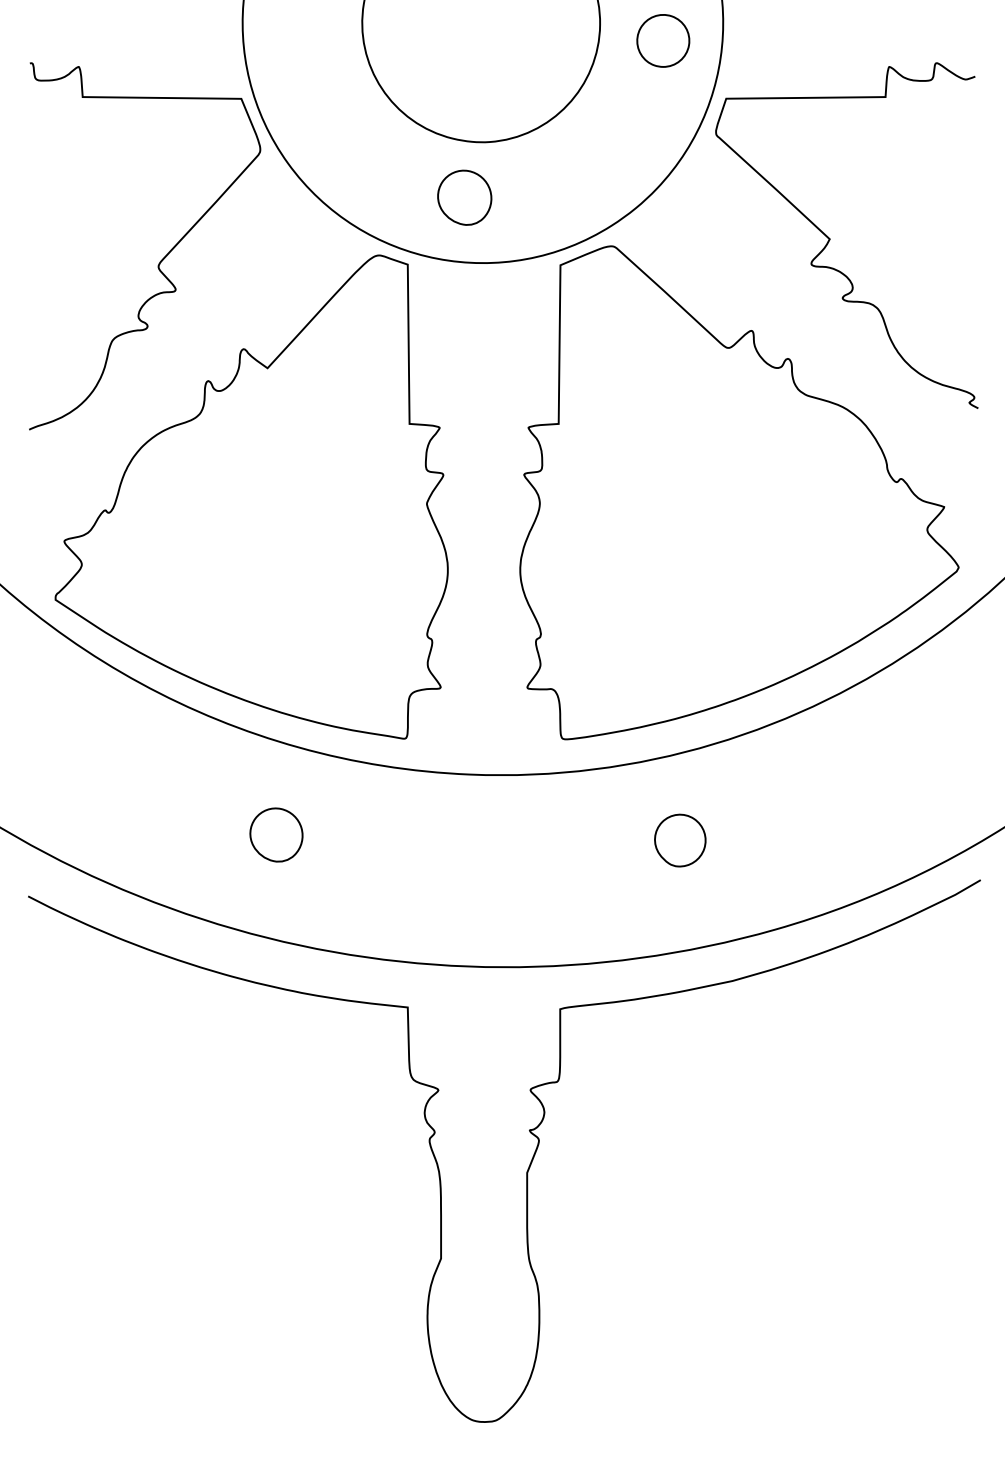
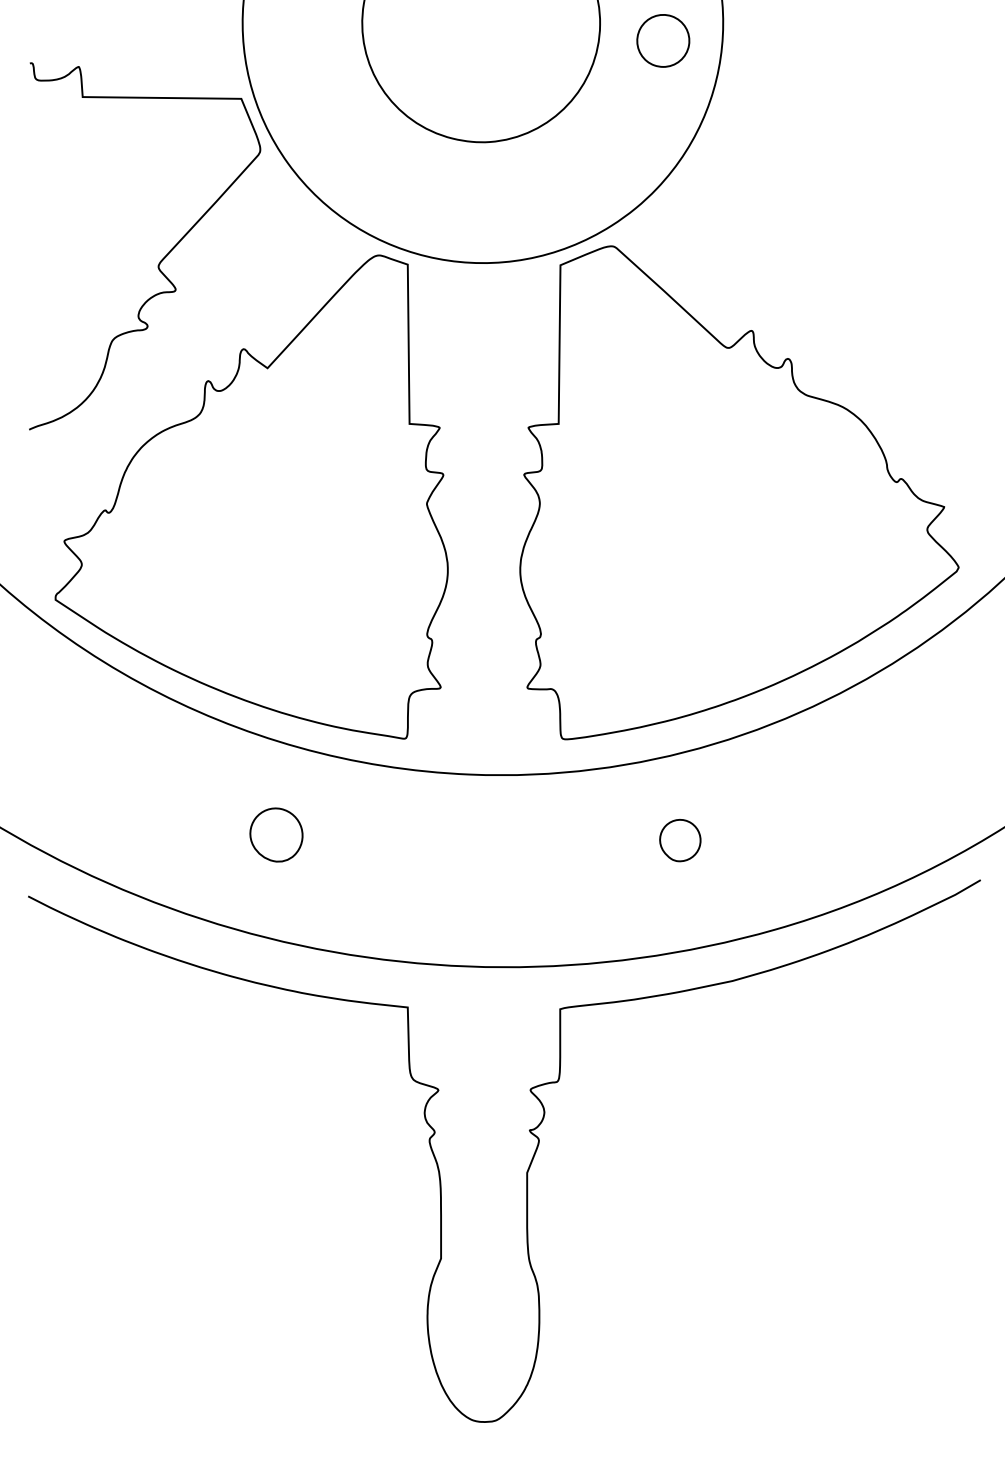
part at (464, 197): present -> none
curve at (830, 238): present -> none
part at (680, 840) size: 53x55 px -> 43x44 px
